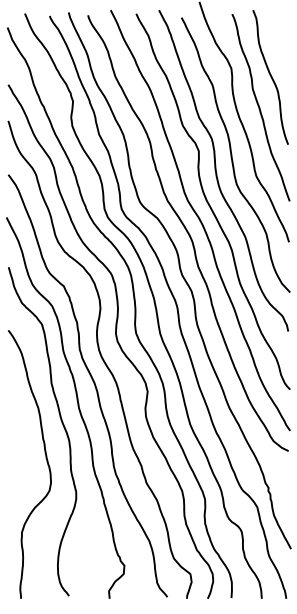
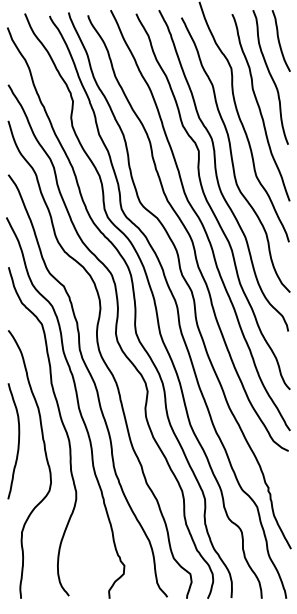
curve at (279, 40): none -> present
curve at (18, 441): none -> present
